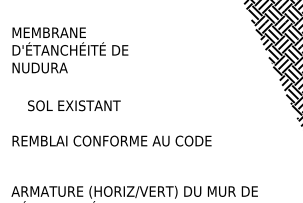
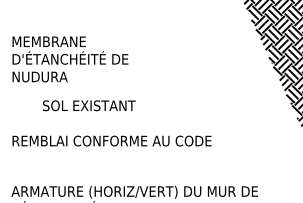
text at (70, 50) position: (70, 50) -> (70, 59)
text at (74, 105) position: (74, 105) -> (89, 105)
